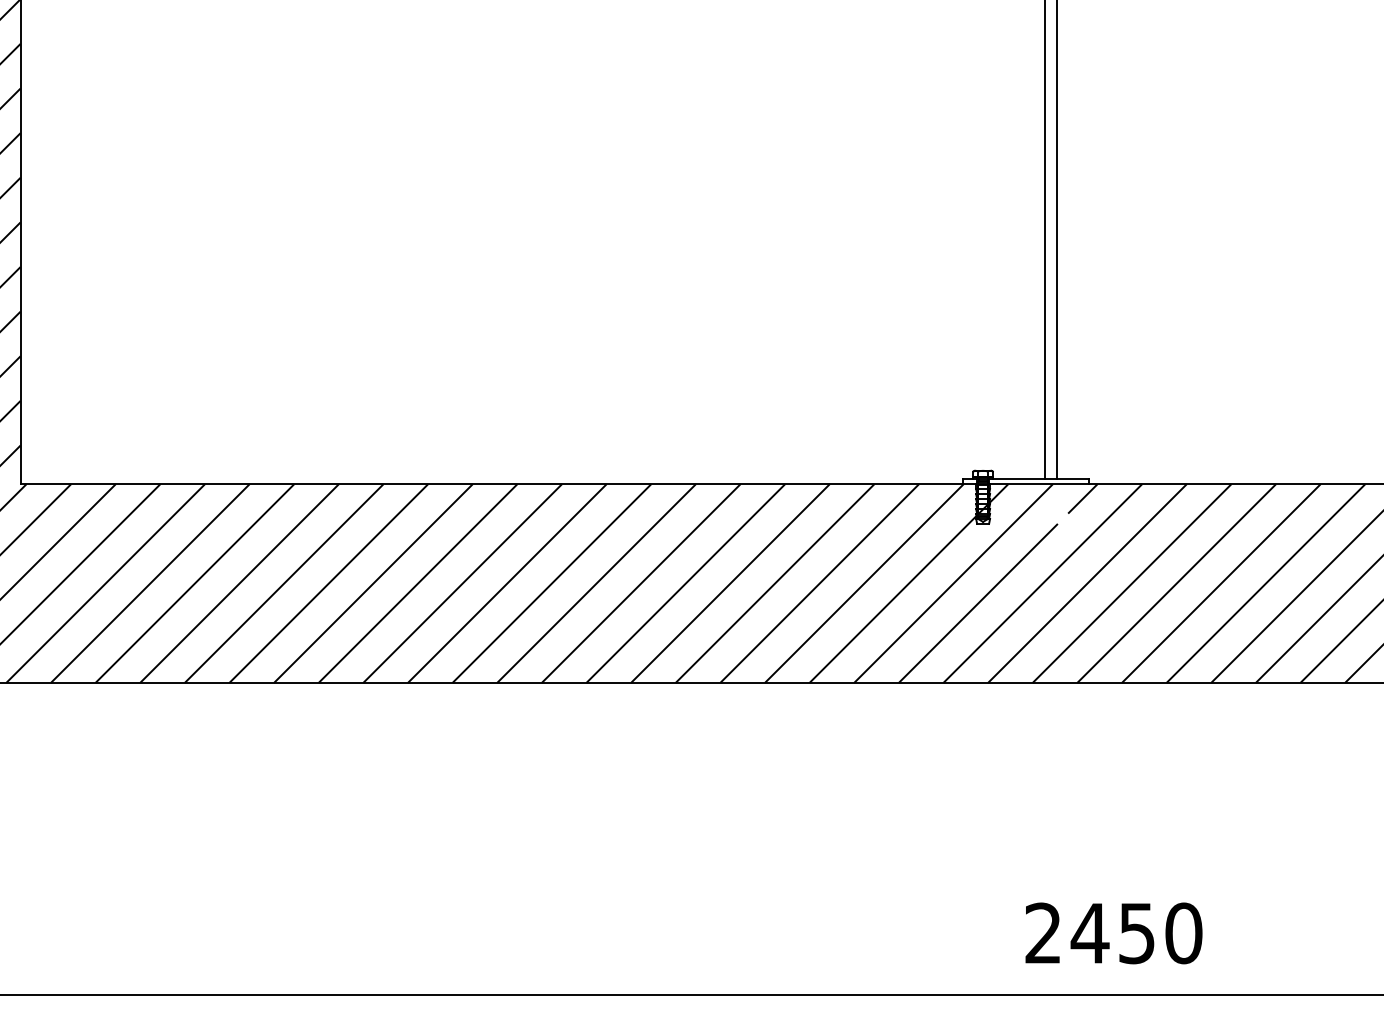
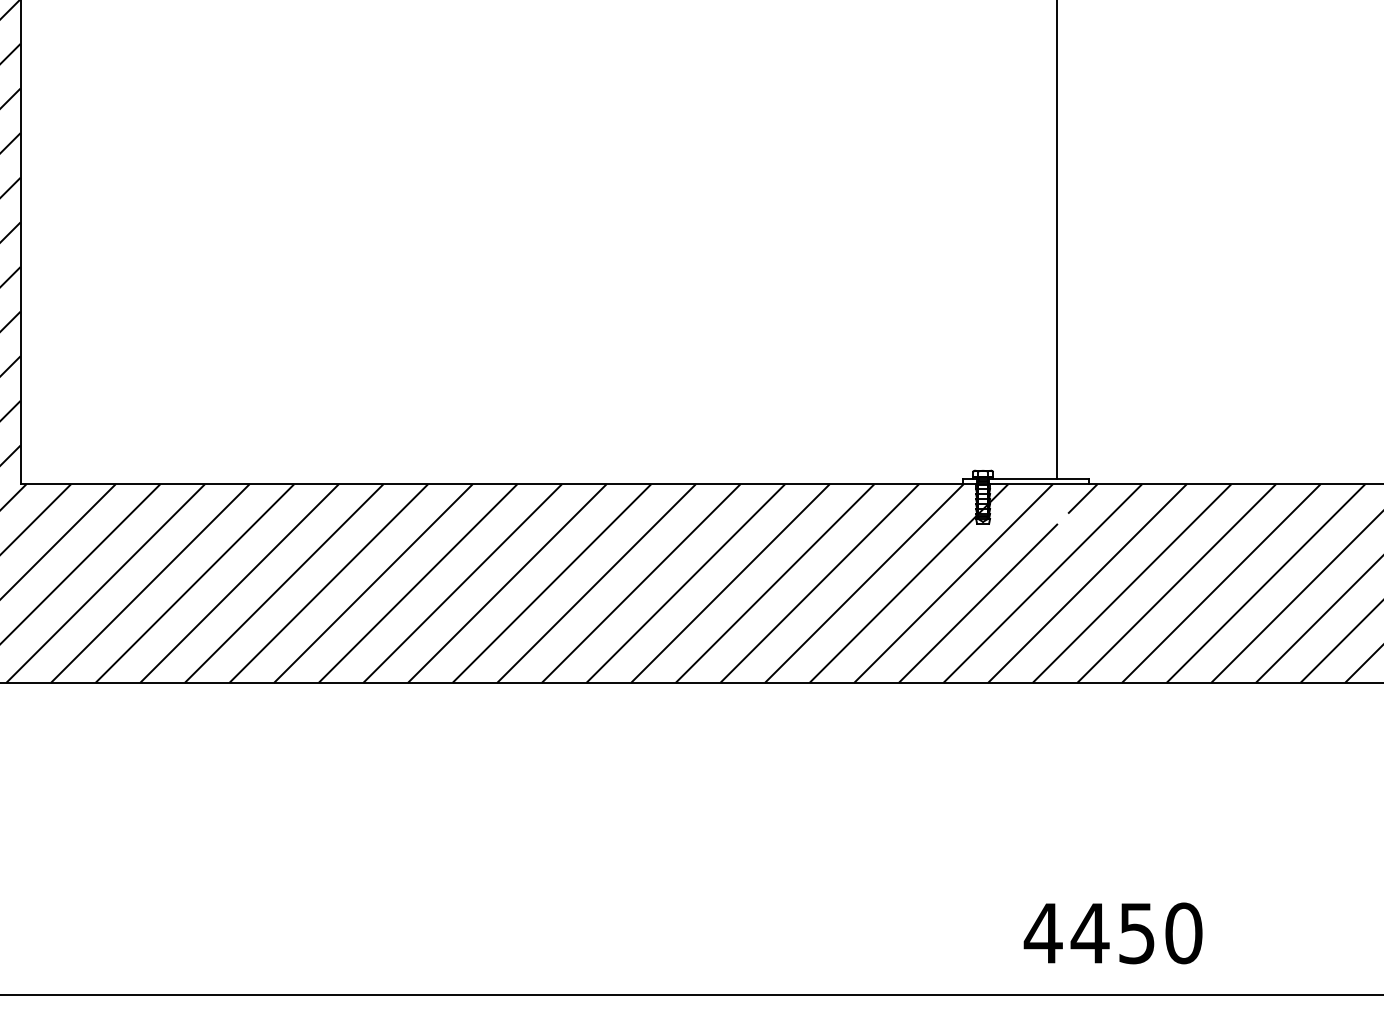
line at (1044, 240): present -> none
text at (1042, 932): 2450 -> 4450
